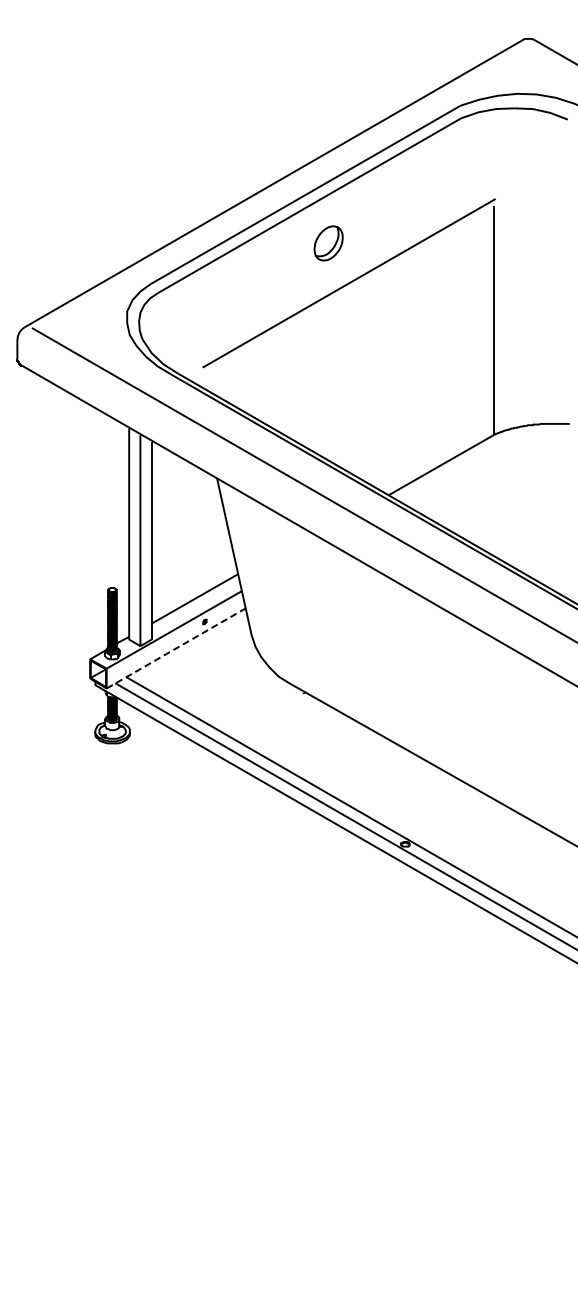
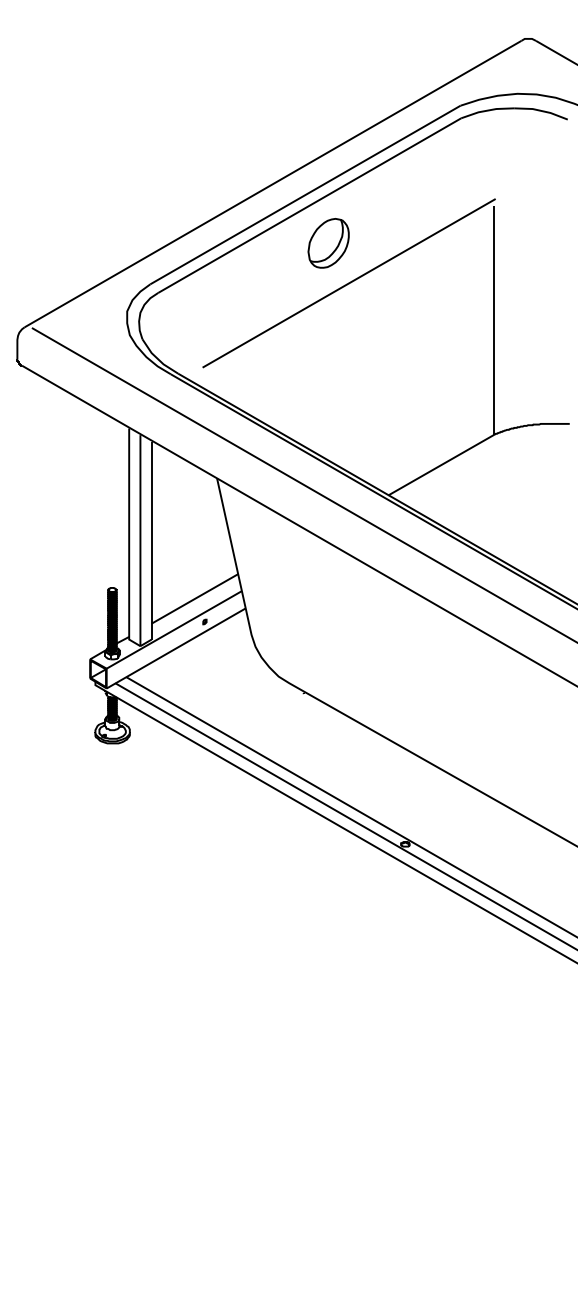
part at (328, 243) size: 31x37 px -> 43x51 px
line at (176, 648): dashed -> solid
